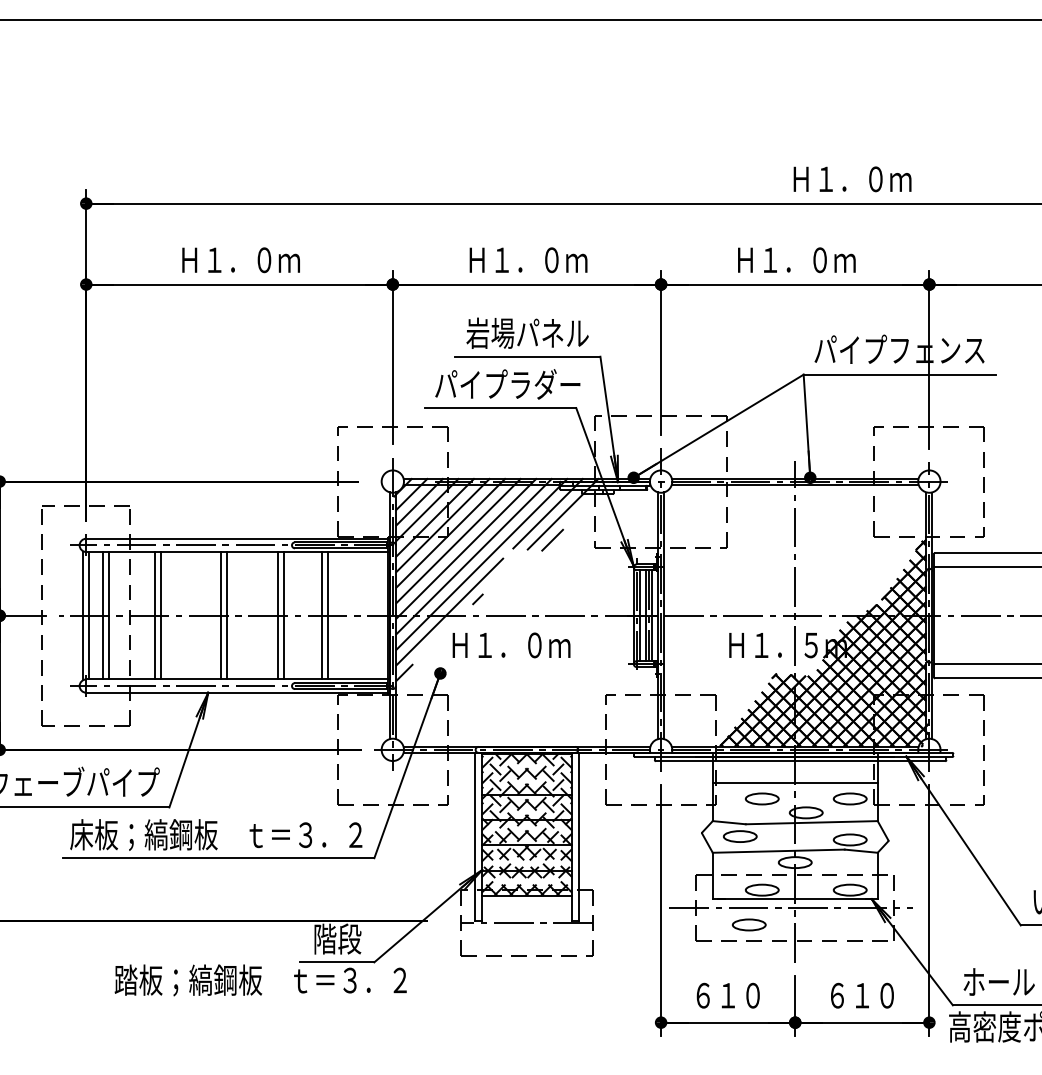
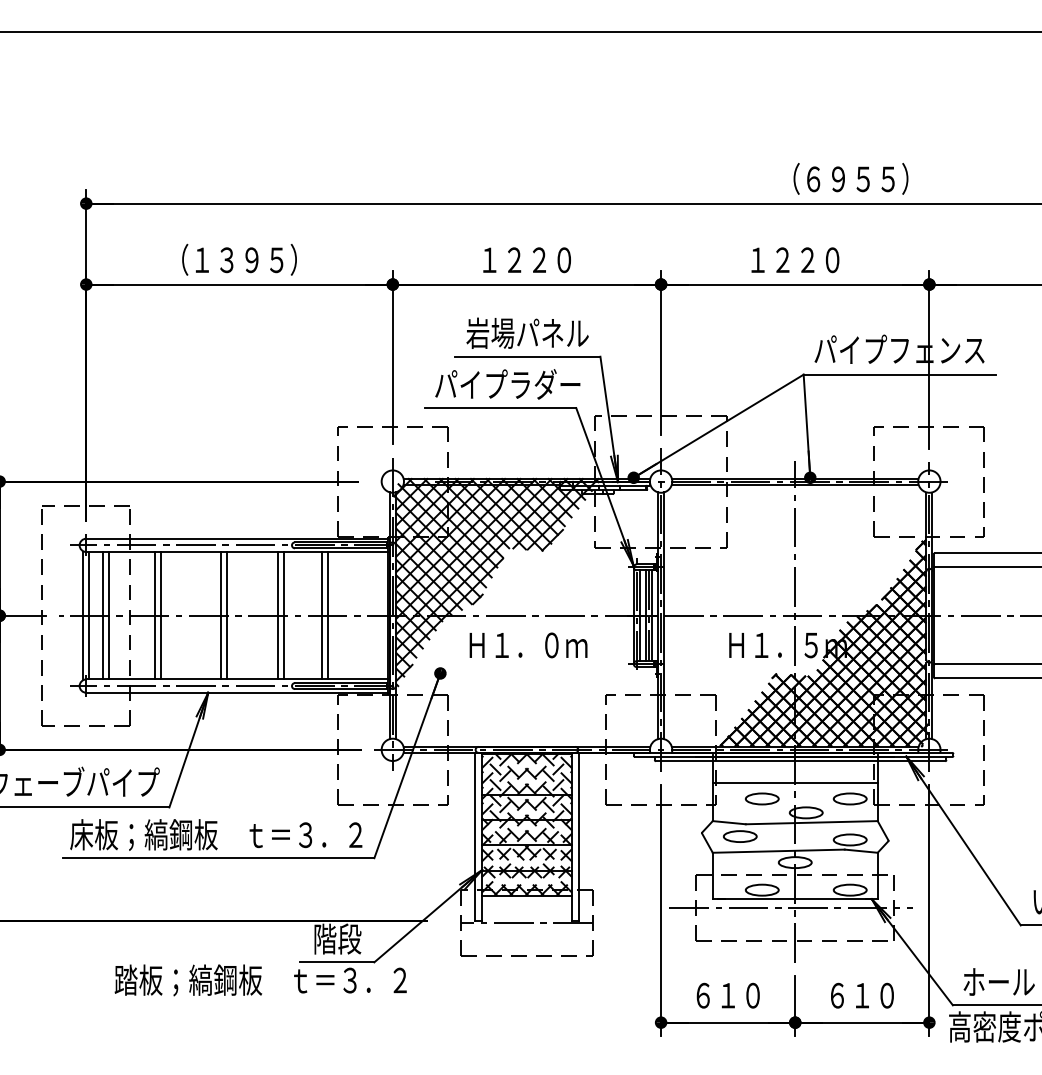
line at (520, 20) position: (520, 20) -> (520, 32)
text at (852, 178): Ｈ１．０ｍ -> （６９５５）
text at (240, 259): Ｈ１．０ｍ -> （１３９５）
text at (528, 260): Ｈ１．０ｍ -> １２２０
text at (796, 260): Ｈ１．０ｍ -> １２２０
hatch at (495, 582): none -> present
text at (511, 645) position: (511, 645) -> (528, 645)
part at (749, 924): present -> none
